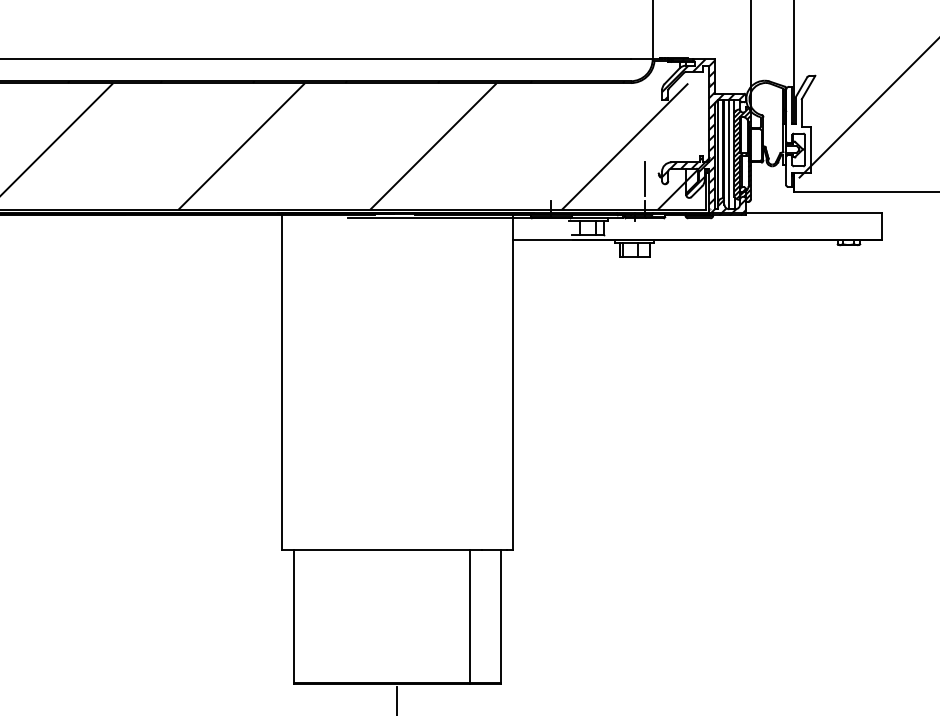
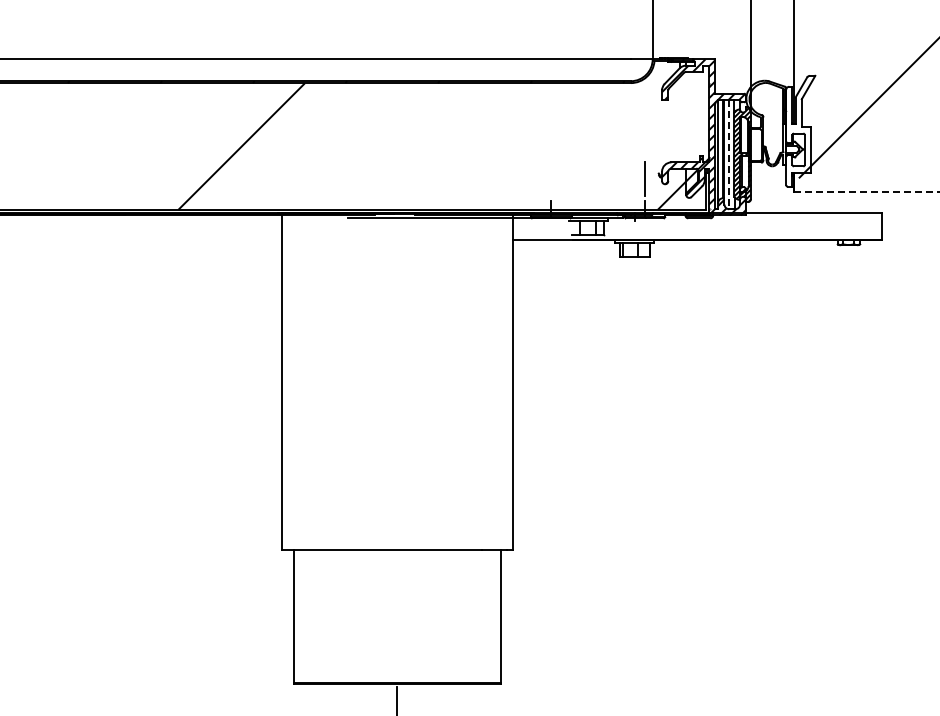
line at (57, 139): present -> none
line at (432, 146): present -> none
line at (624, 146): present -> none
line at (729, 154): solid -> dashed
line at (866, 192): solid -> dashed
line at (469, 617): present -> none
